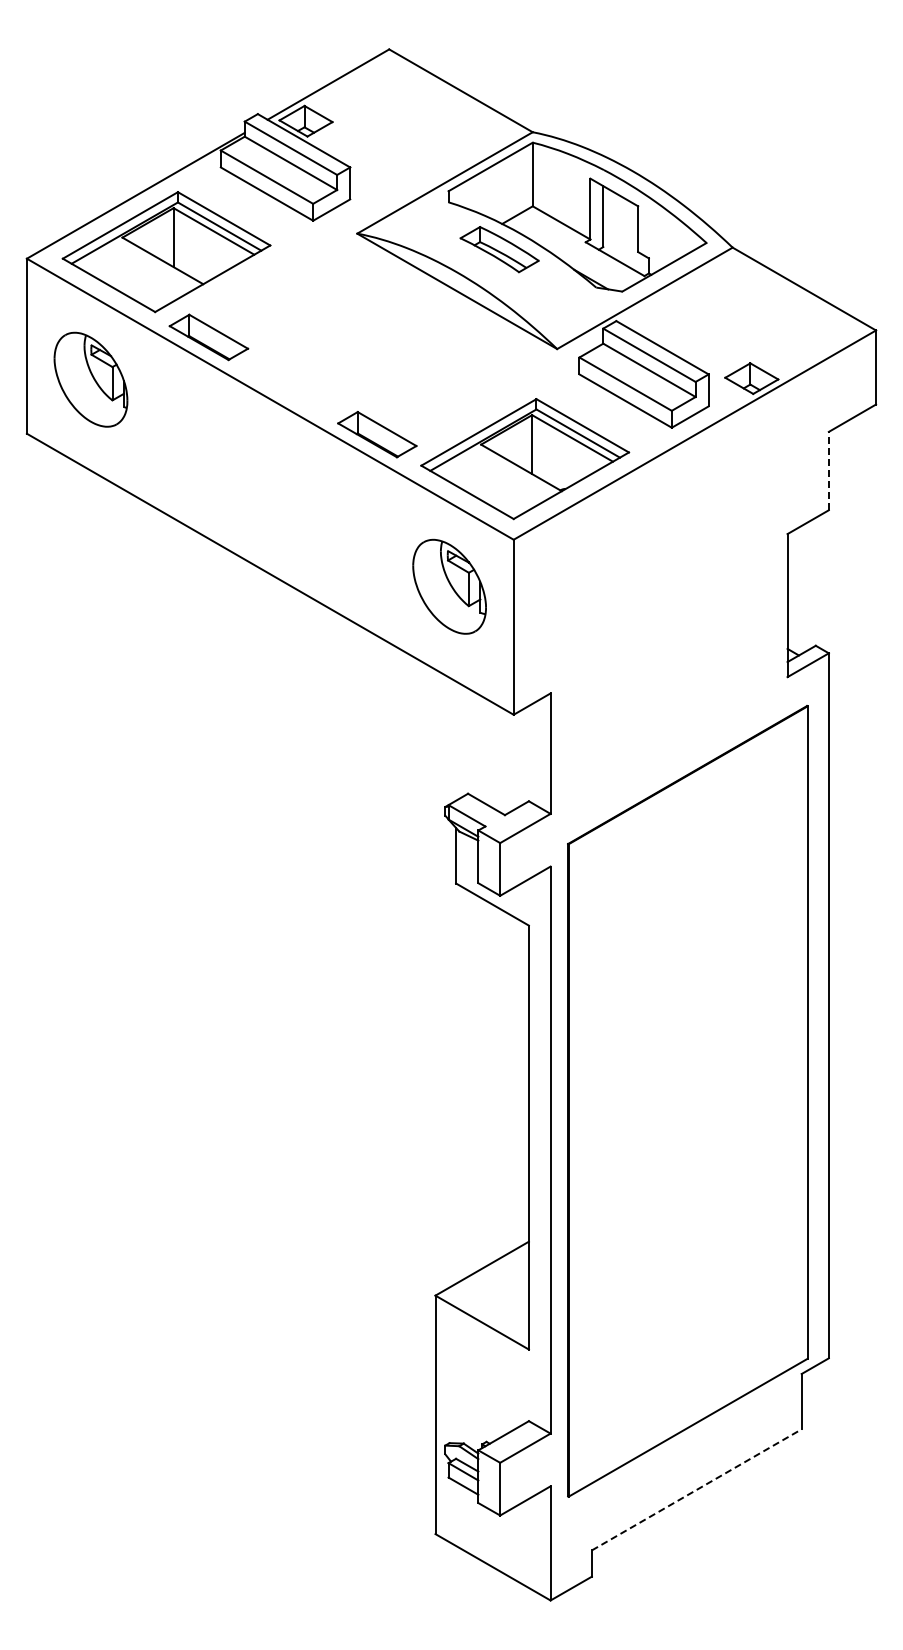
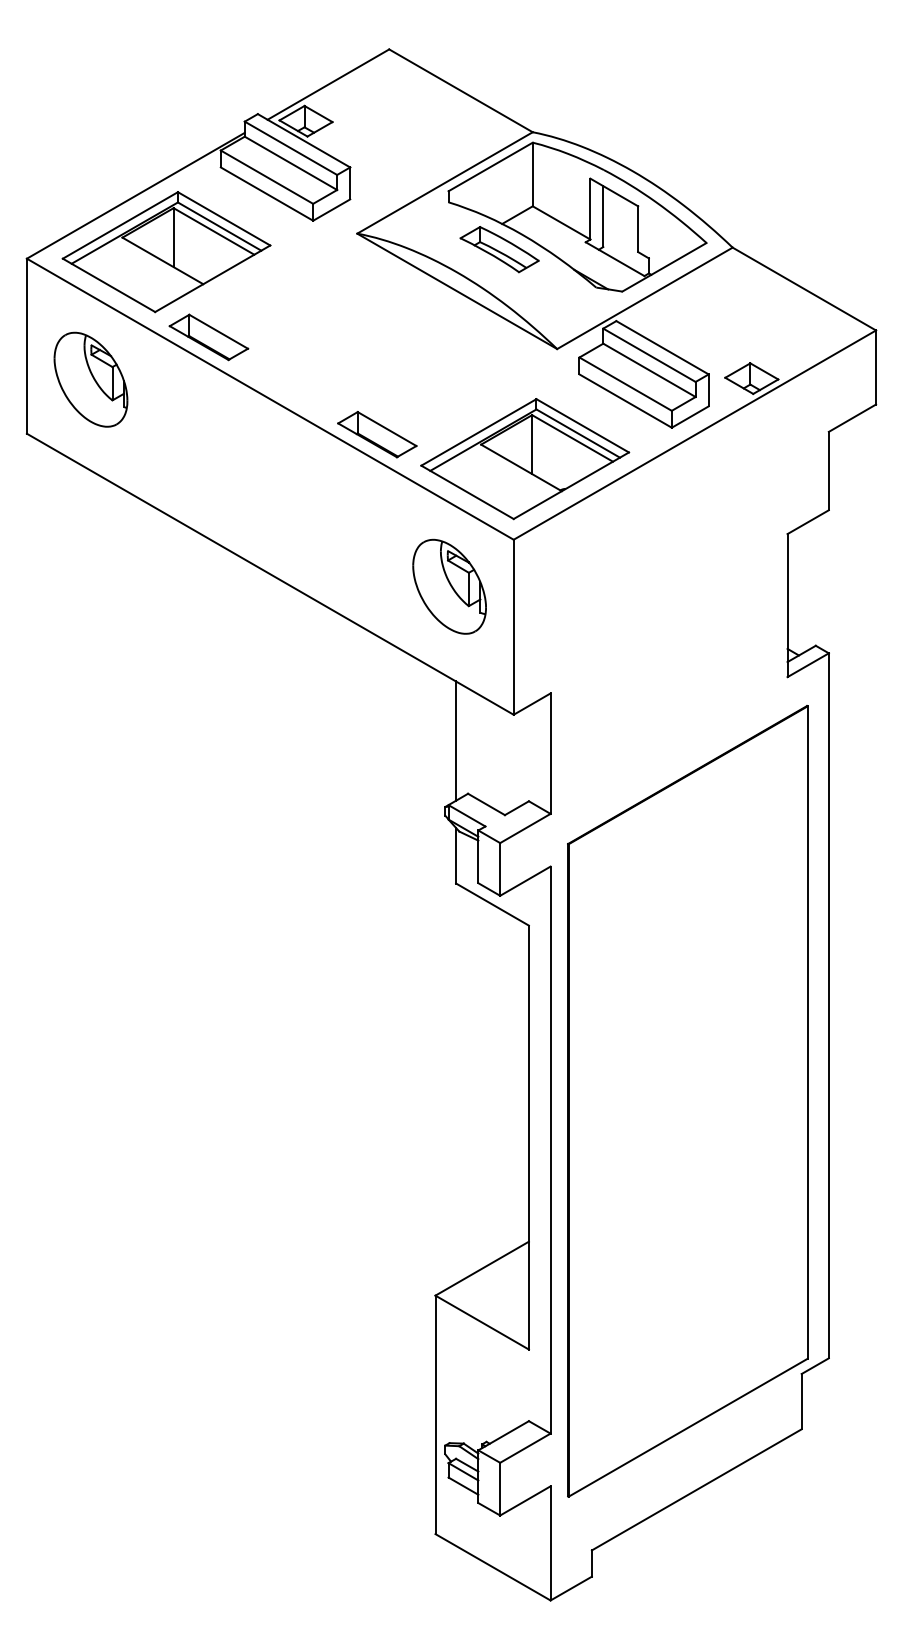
line at (828, 470): dashed -> solid
line at (456, 740): none -> present
line at (697, 1489): dashed -> solid
